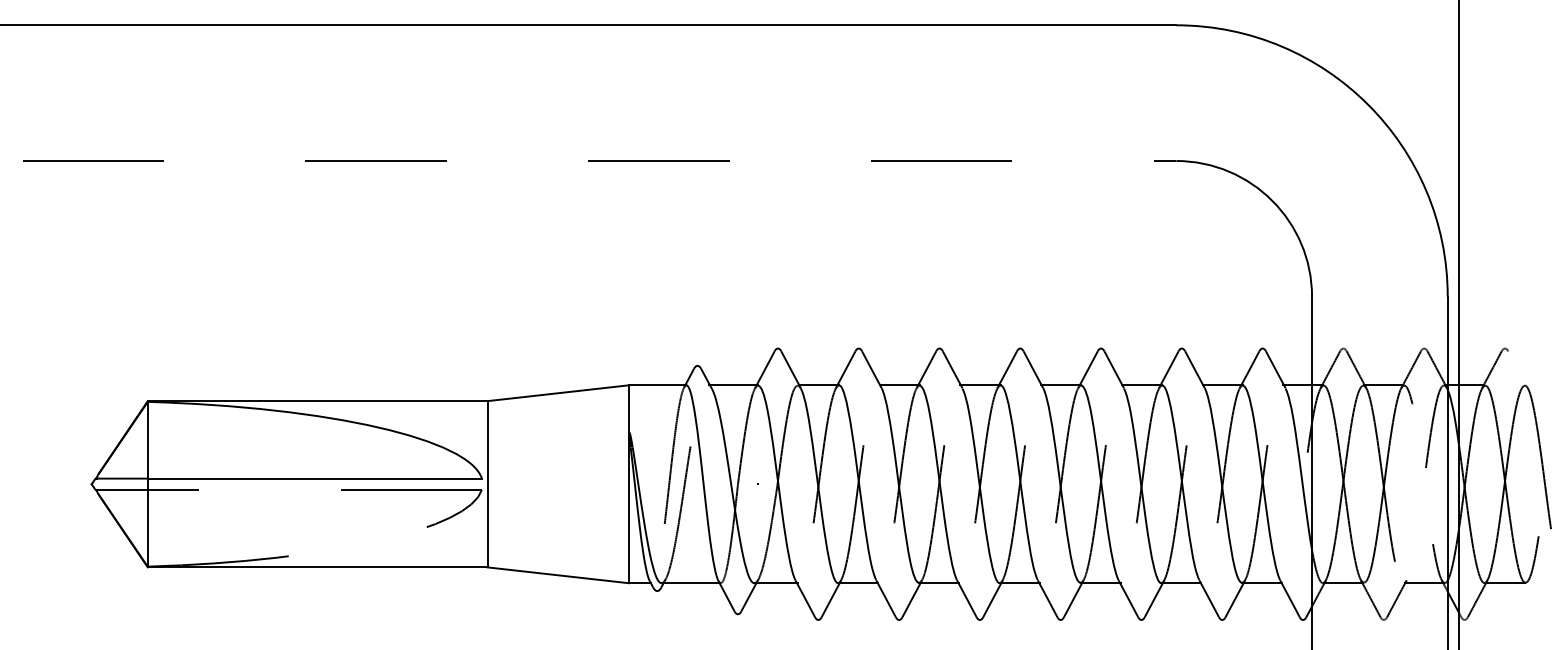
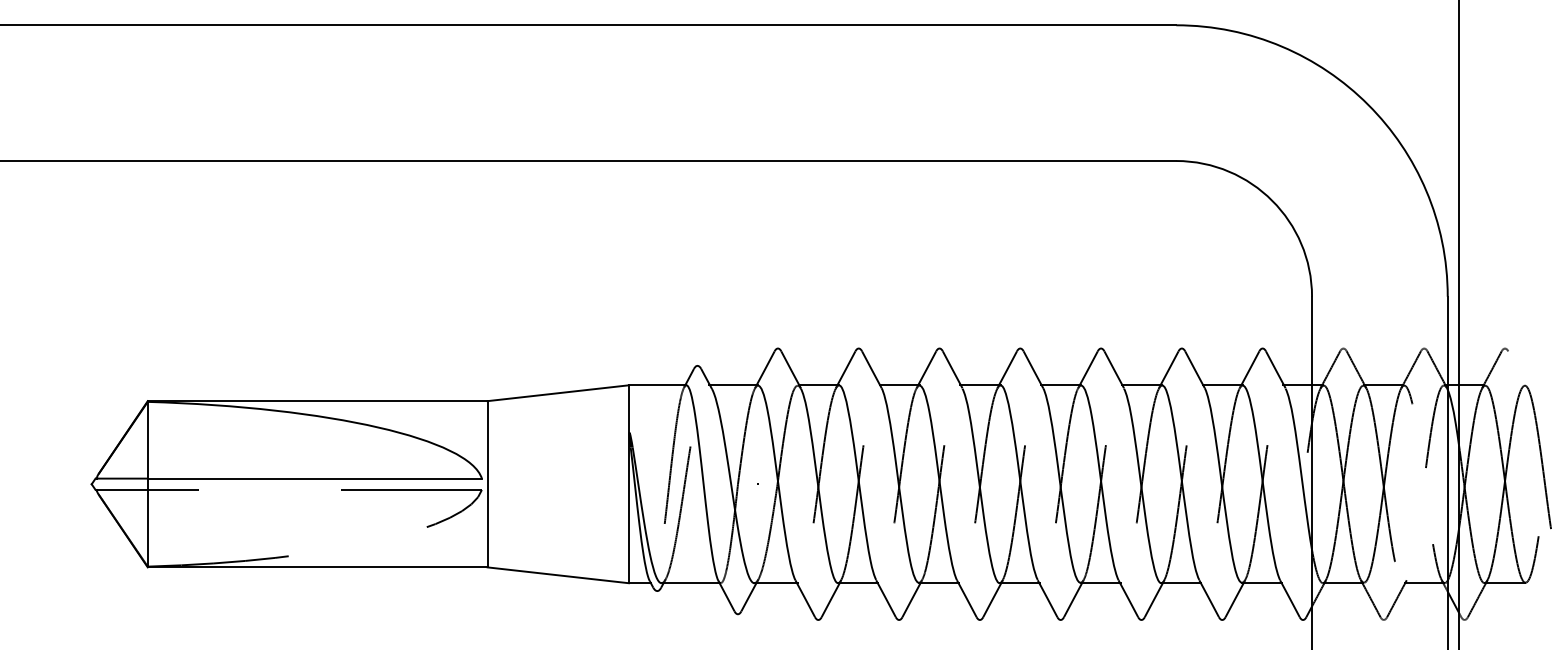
line at (588, 161): dashed -> solid
